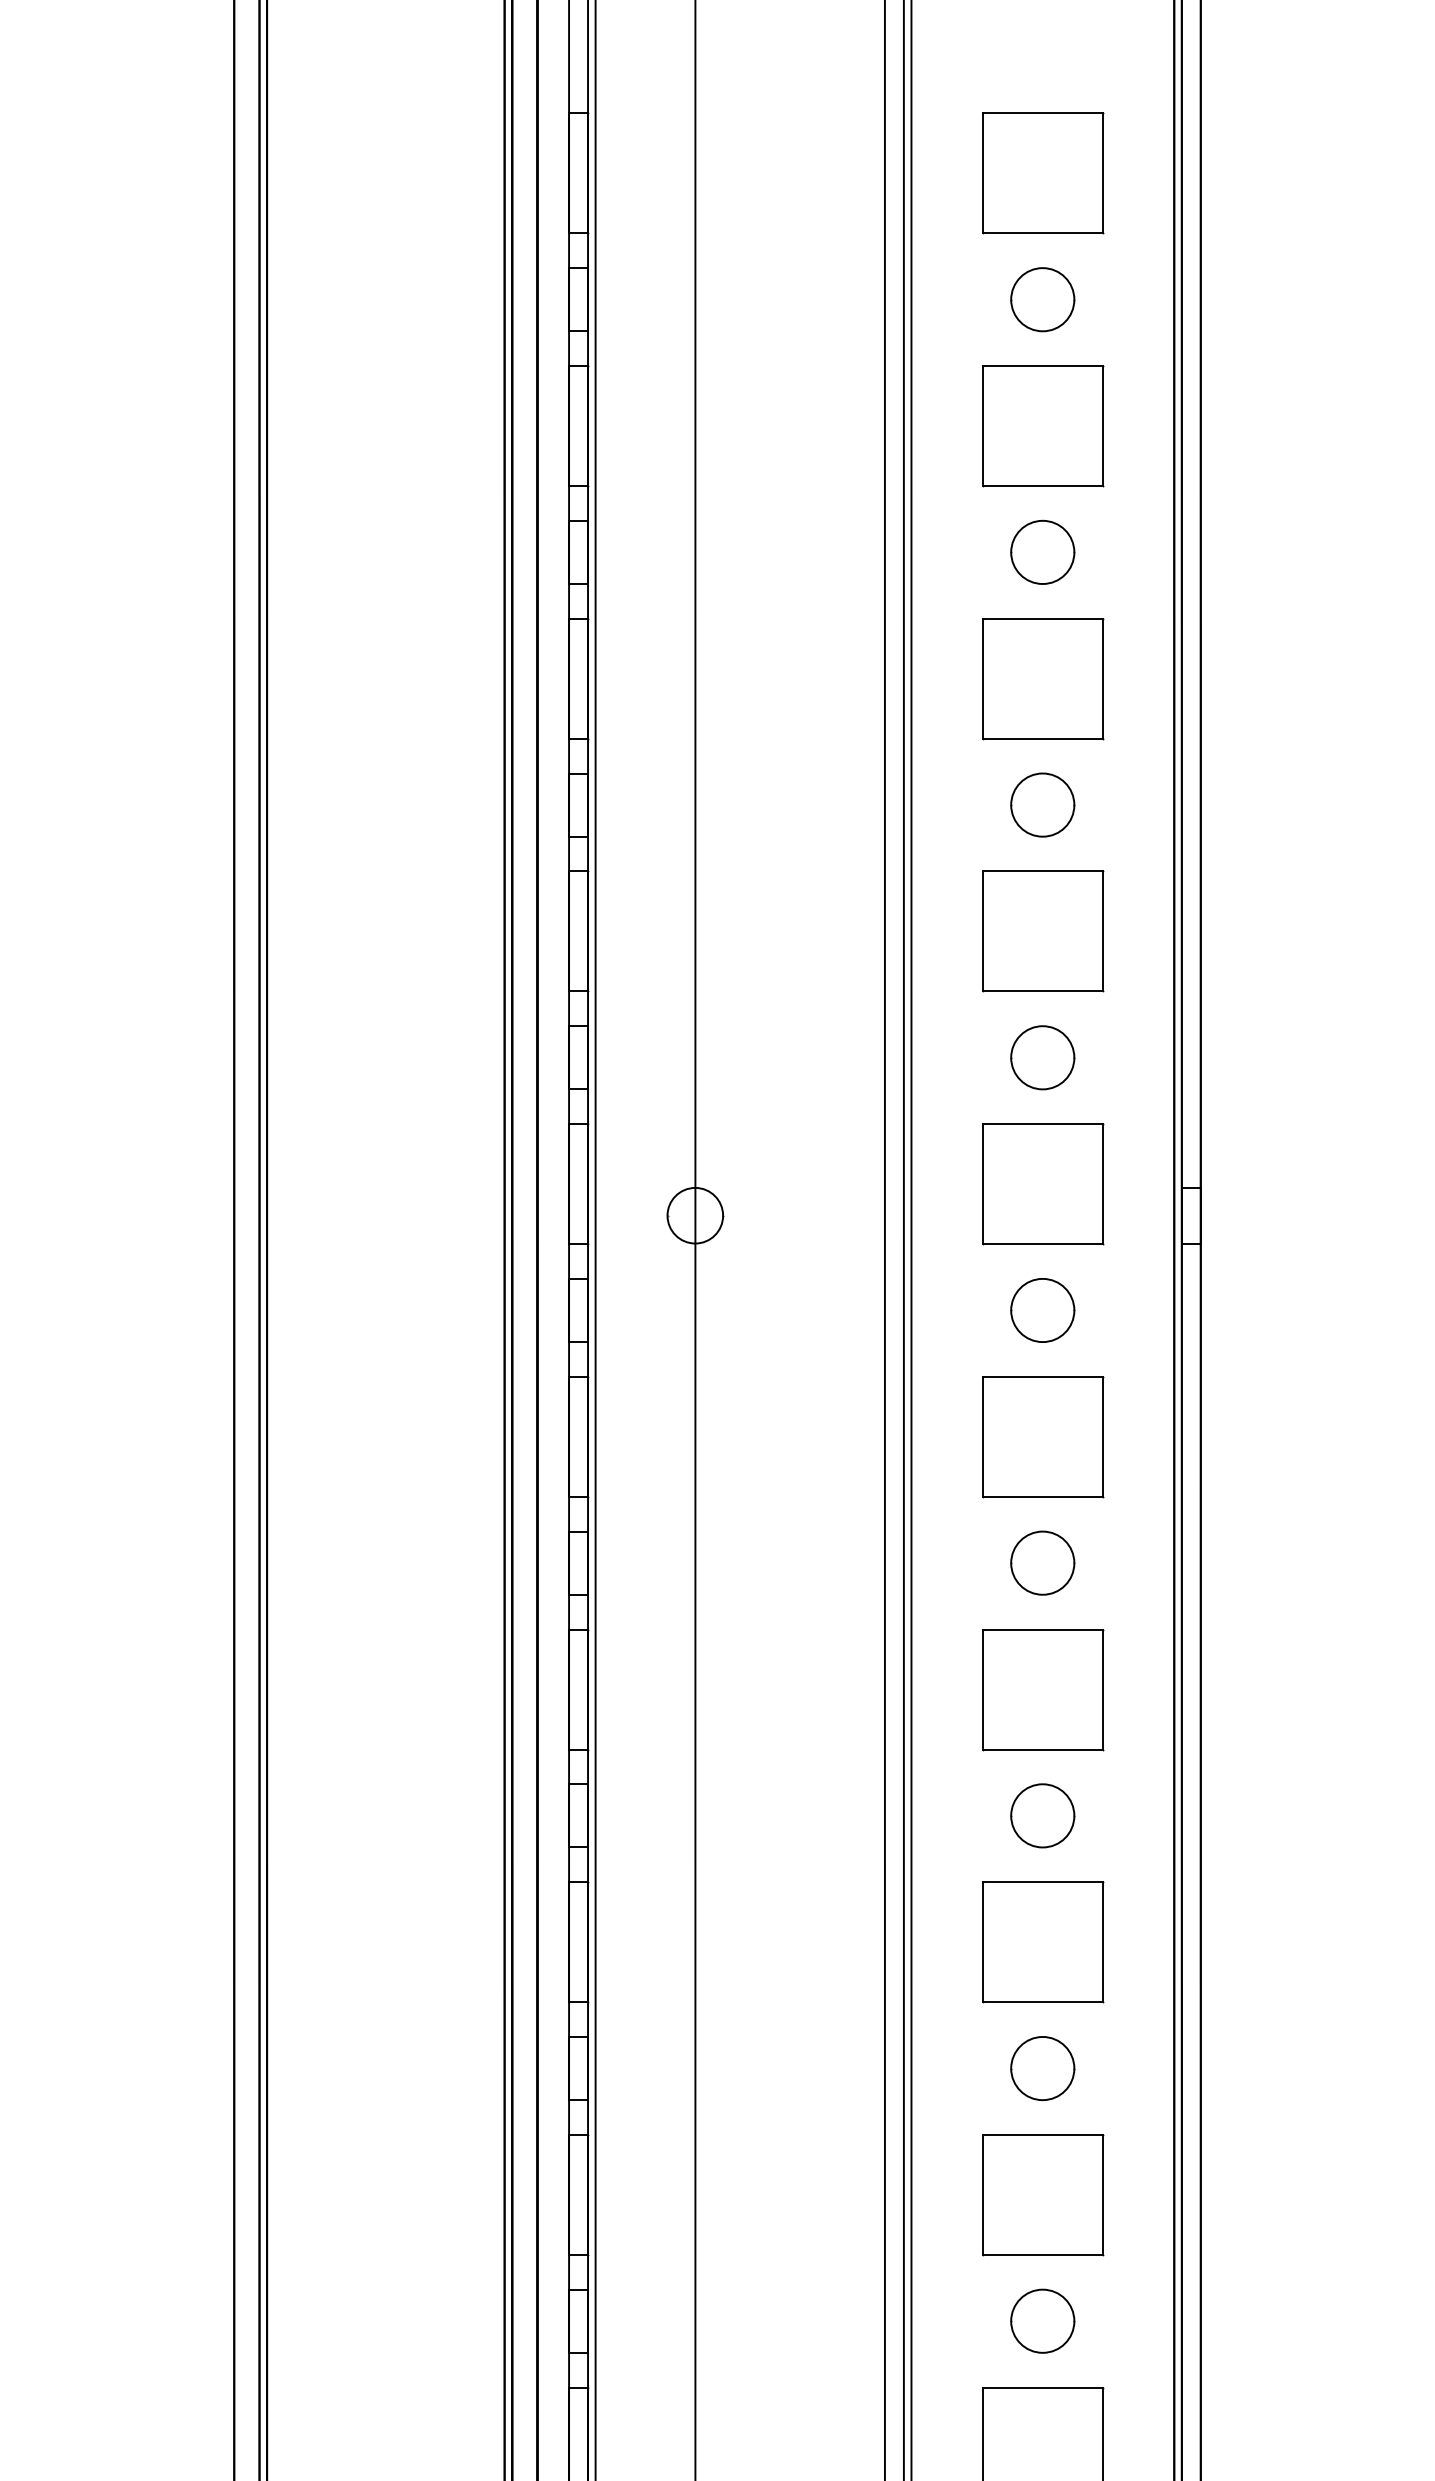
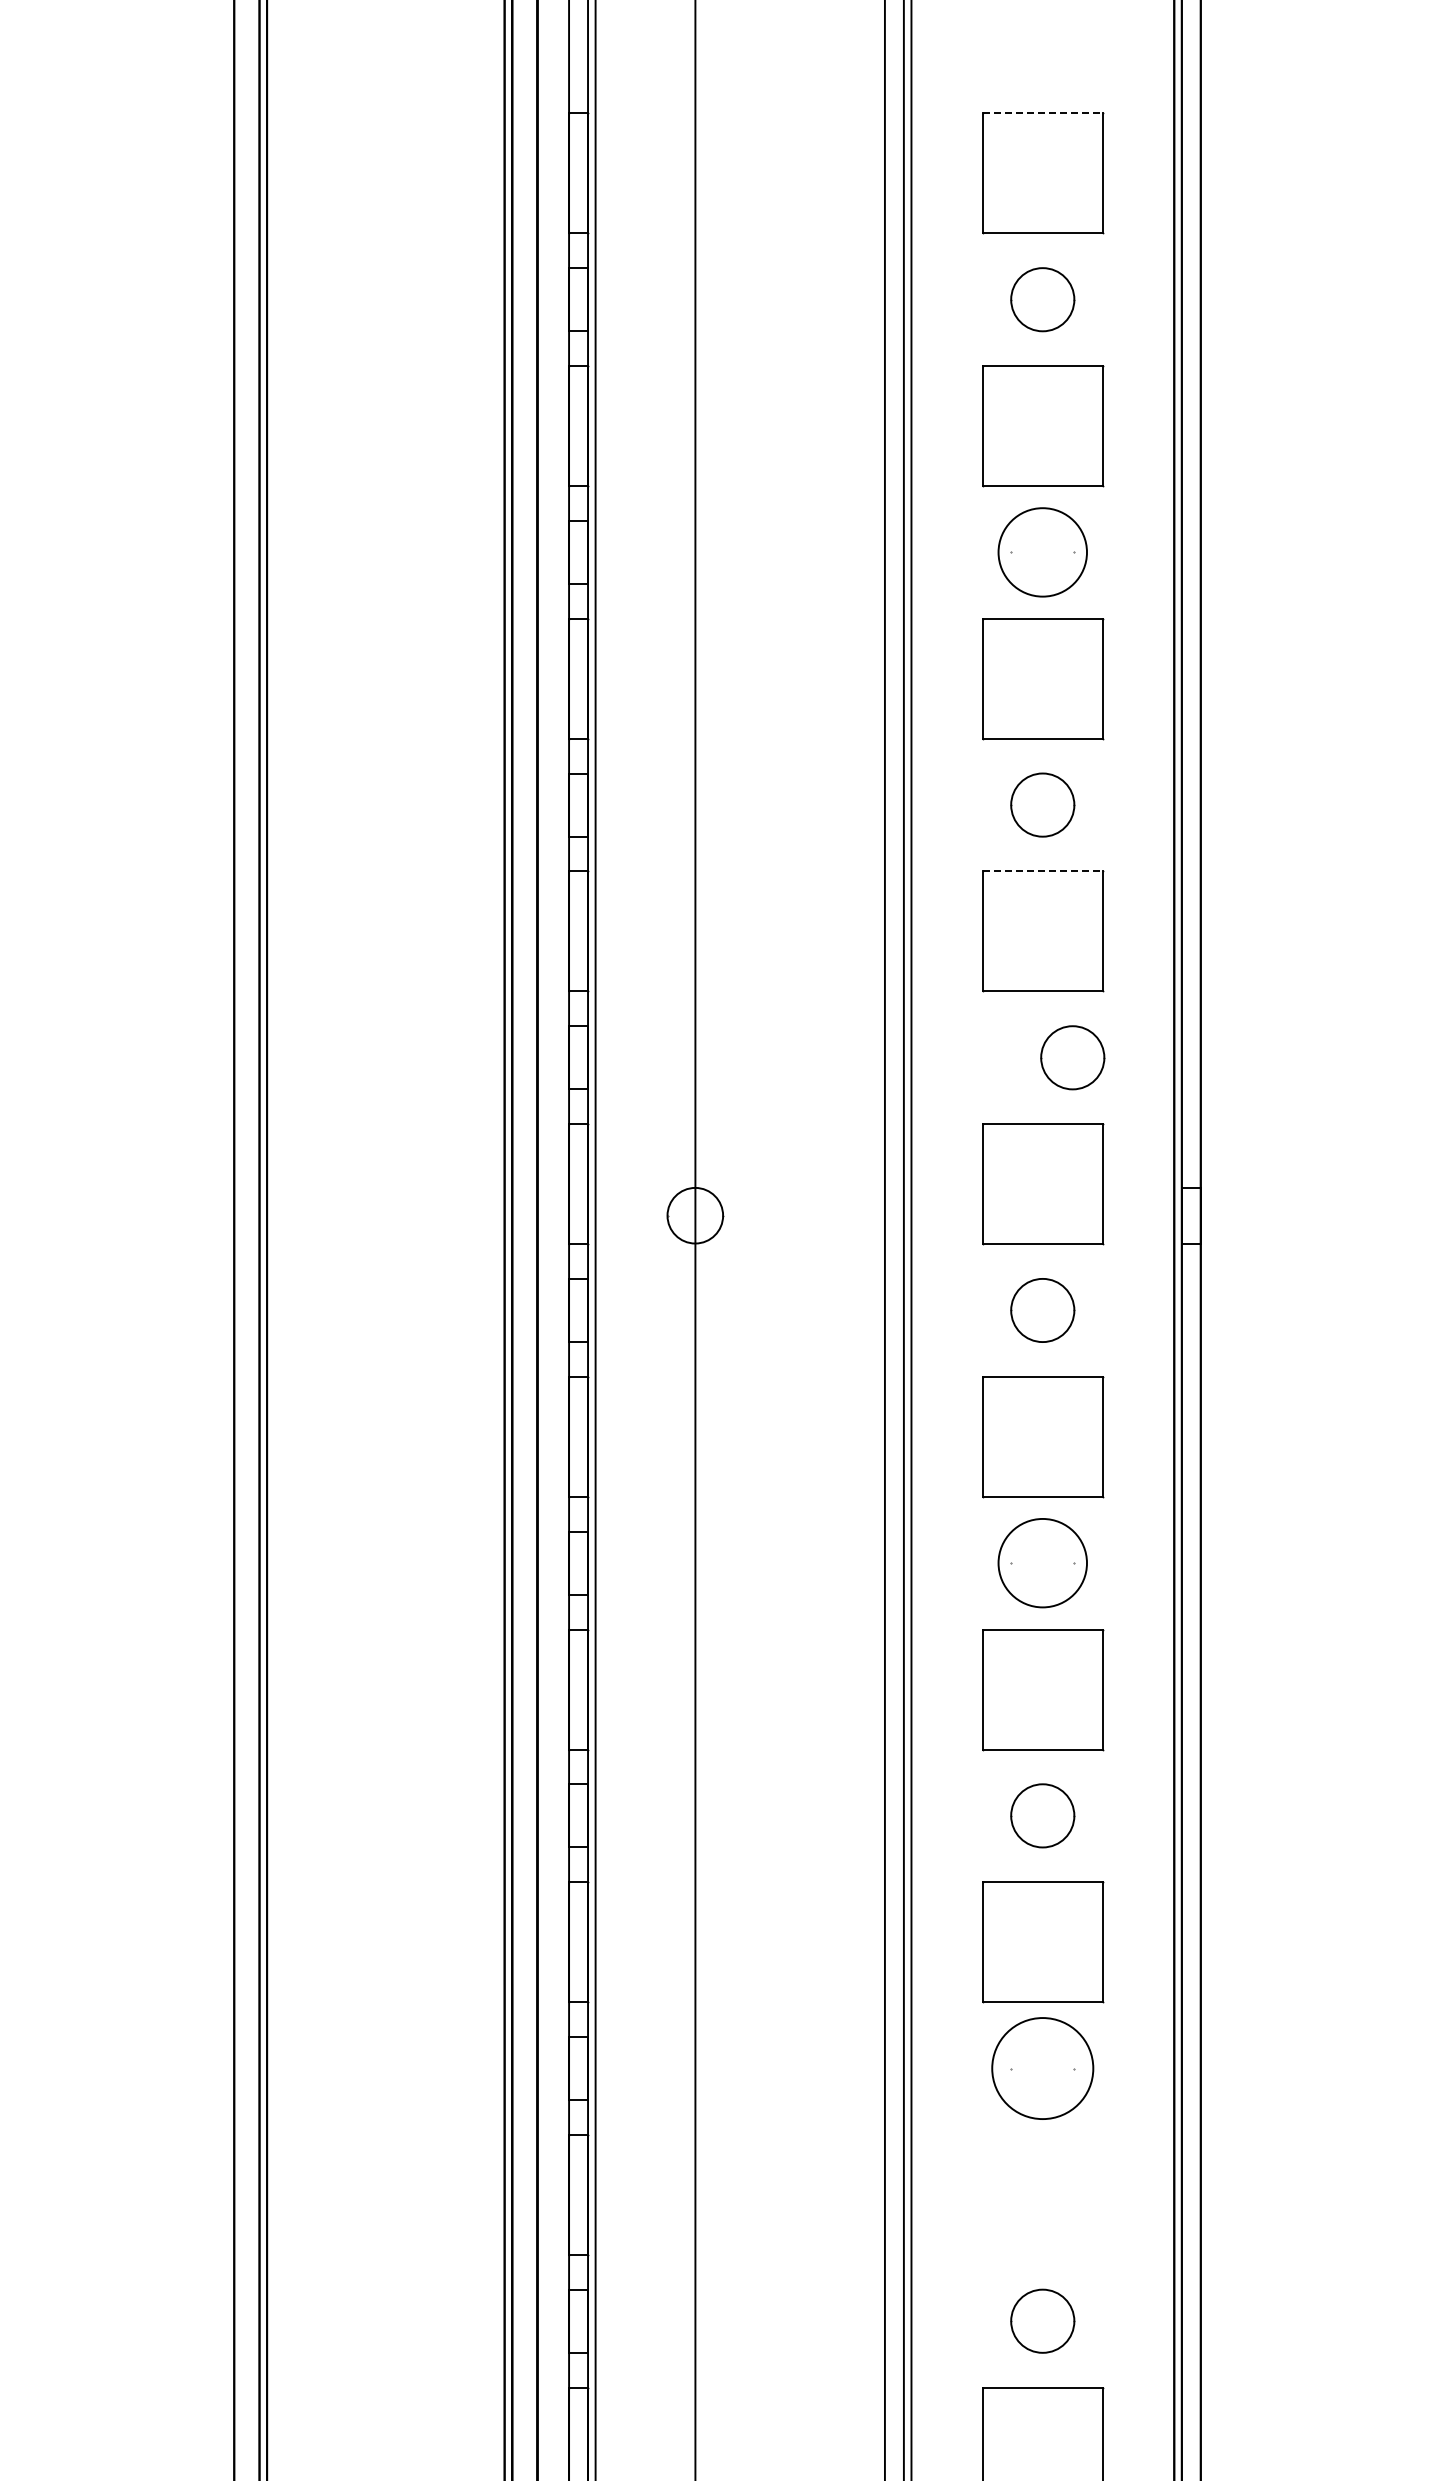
line at (1043, 113): solid -> dashed
circle at (1042, 552) diameter: 63 px -> 88 px
line at (1043, 871): solid -> dashed
circle at (1042, 1057) position: (1042, 1057) -> (1072, 1057)
circle at (1042, 1562) diameter: 63 px -> 88 px
circle at (1042, 2068) diameter: 63 px -> 101 px
part at (1043, 2195): present -> none
